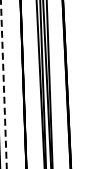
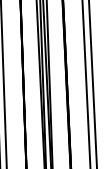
line at (86, 83): none -> present
line at (92, 83): none -> present
line at (3, 84): dashed -> solid
